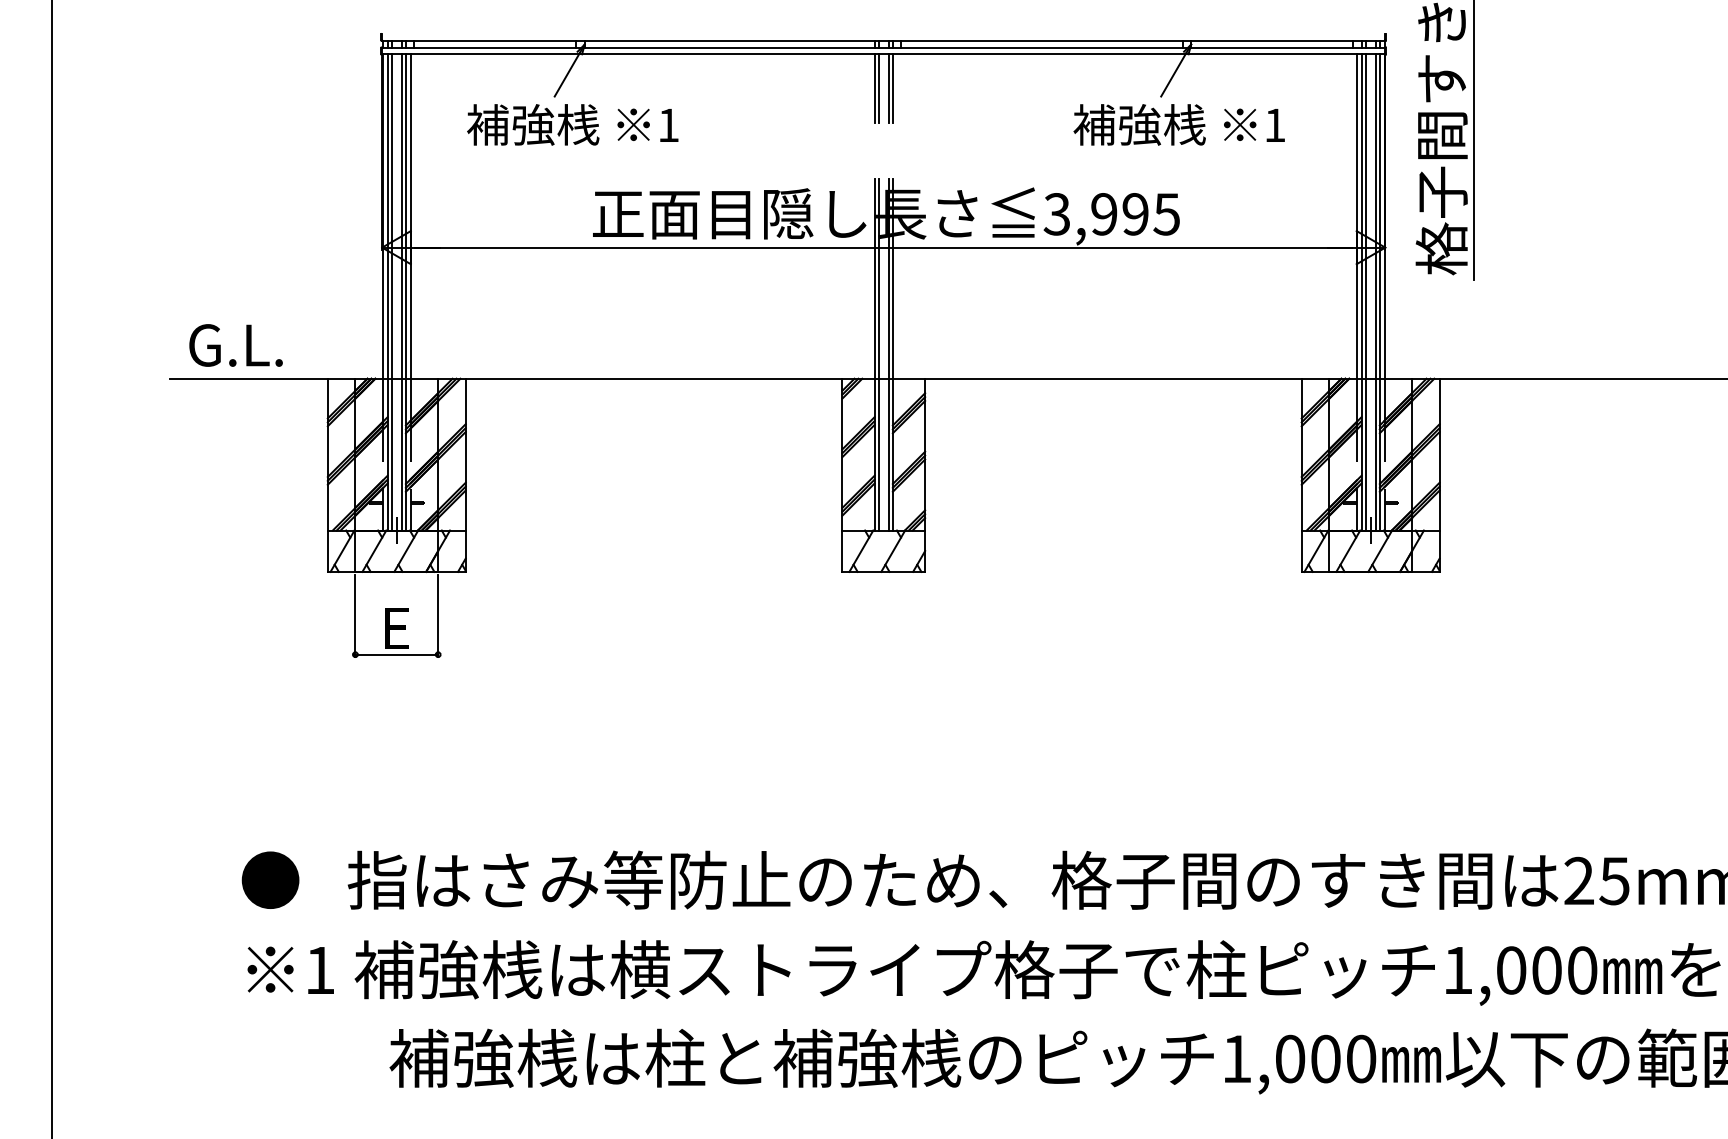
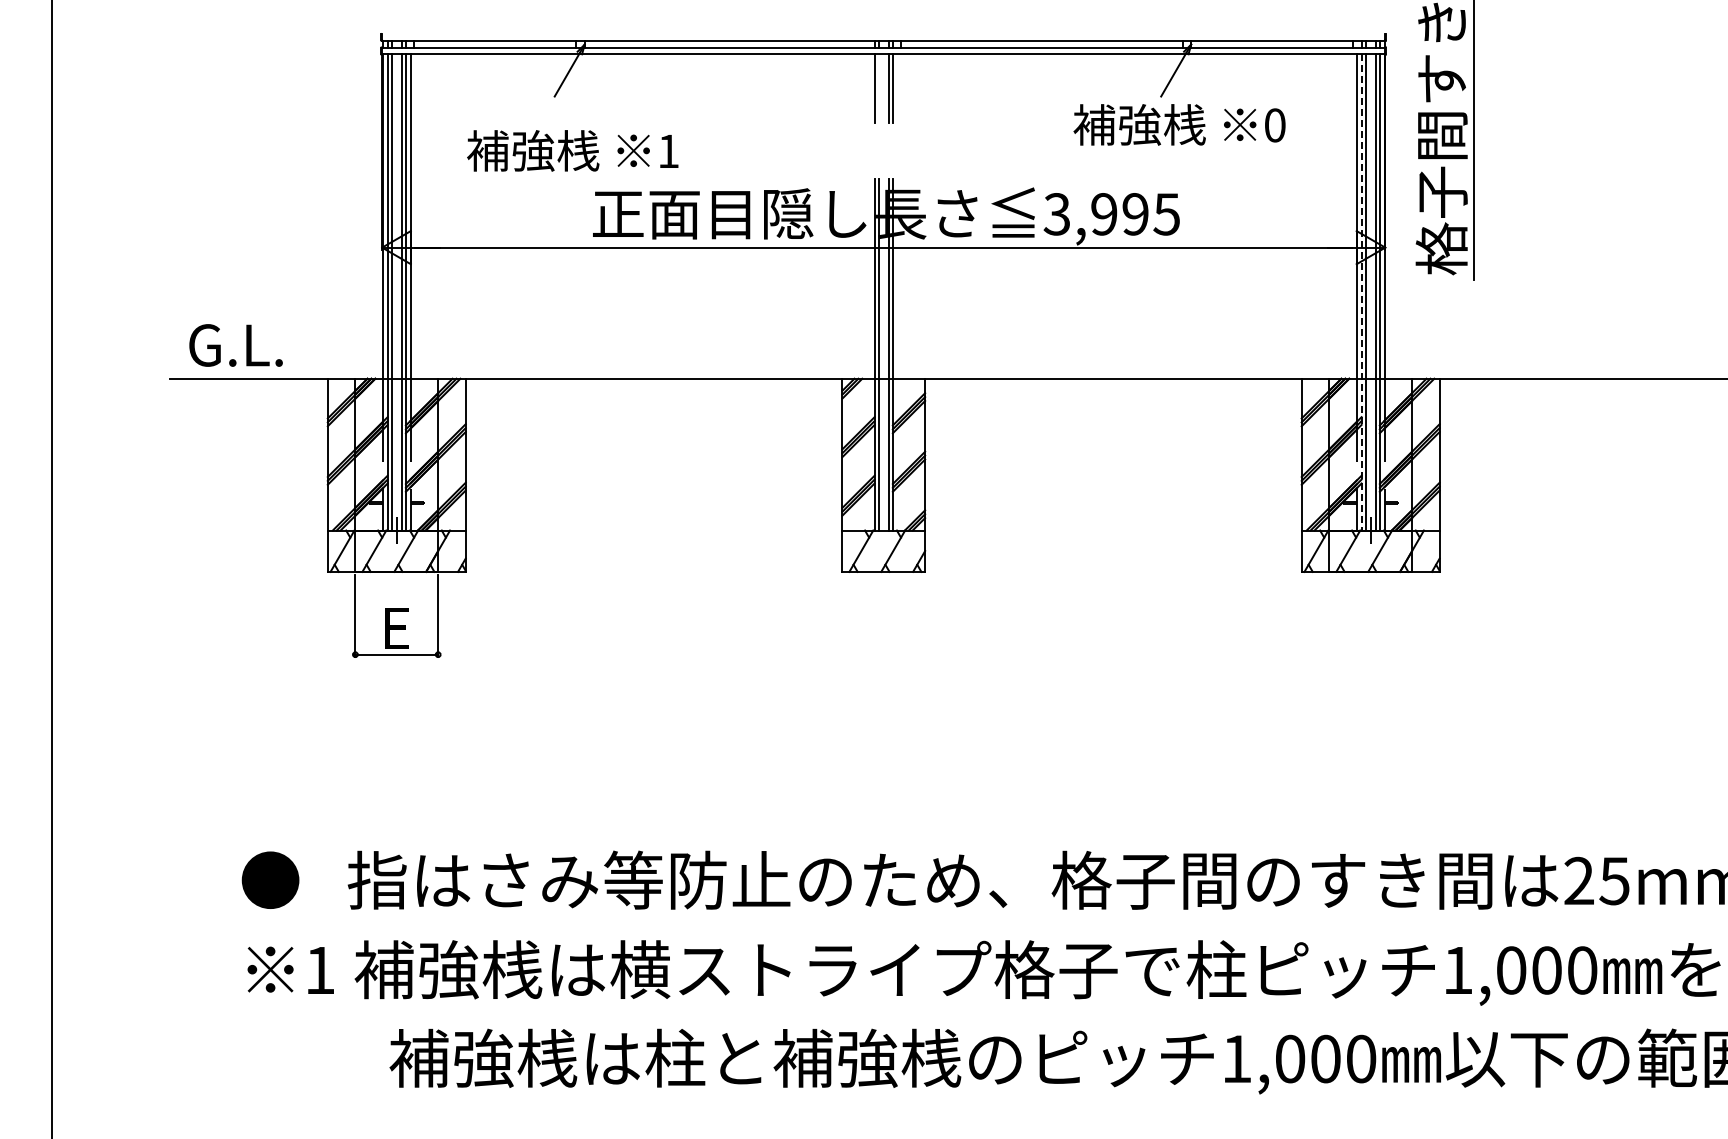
line at (878, 88): present -> none
text at (572, 124) position: (572, 124) -> (572, 150)
text at (1275, 125): 1 -> 0
line at (1361, 293): solid -> dashed
